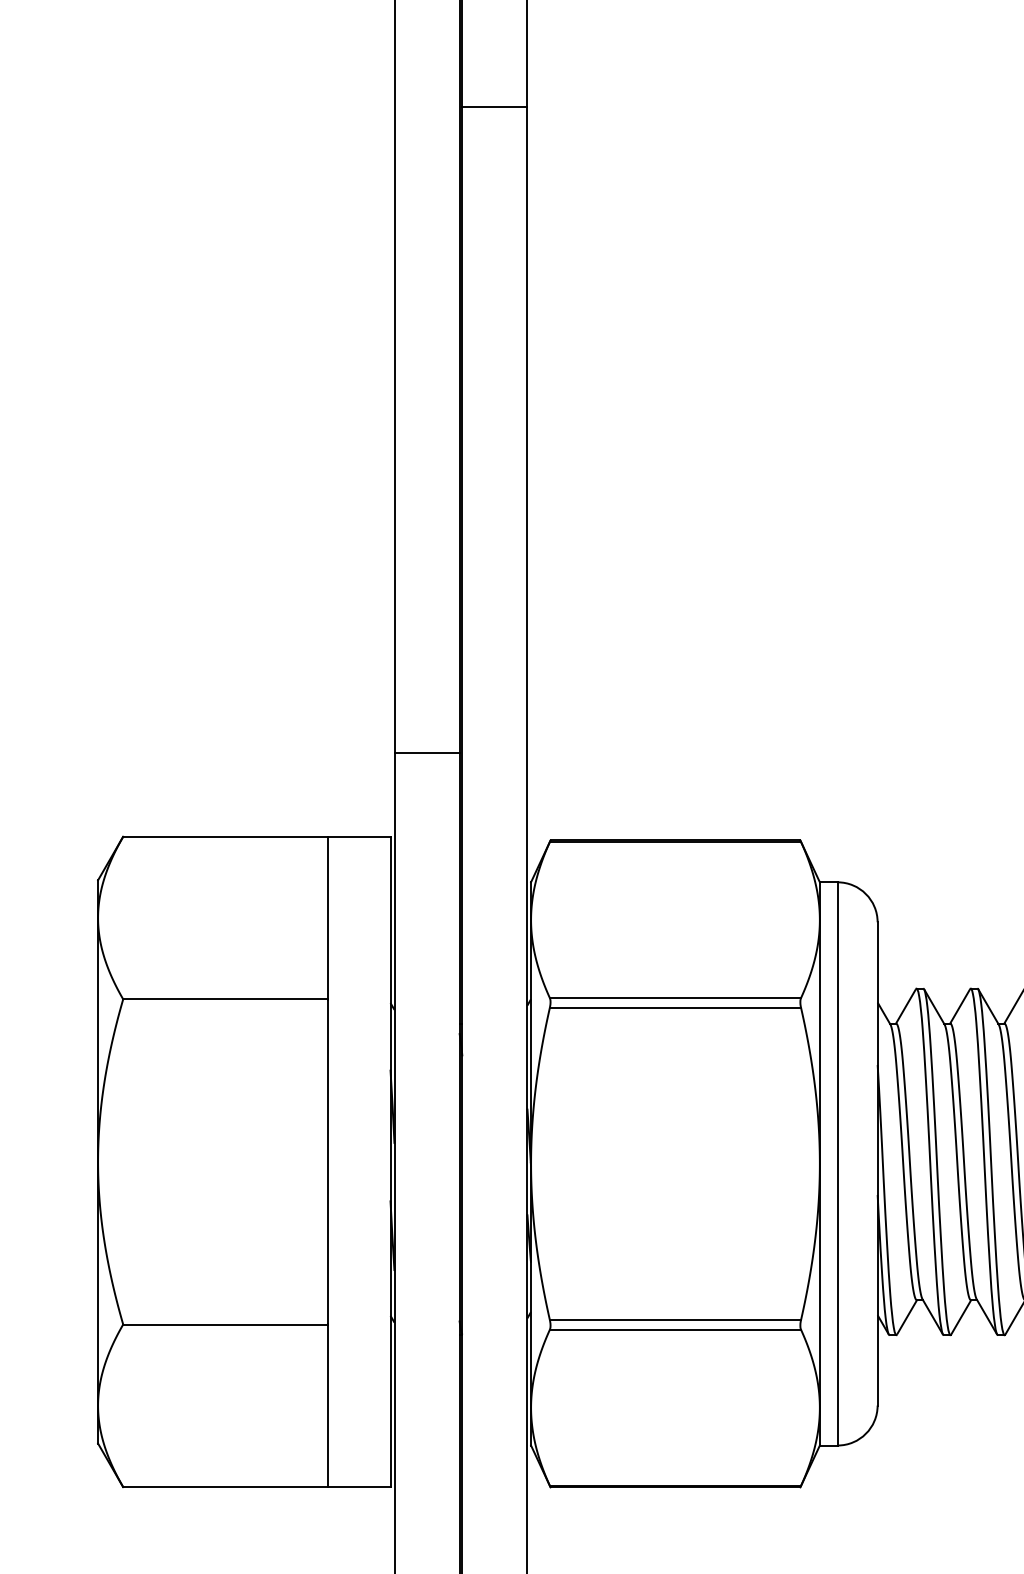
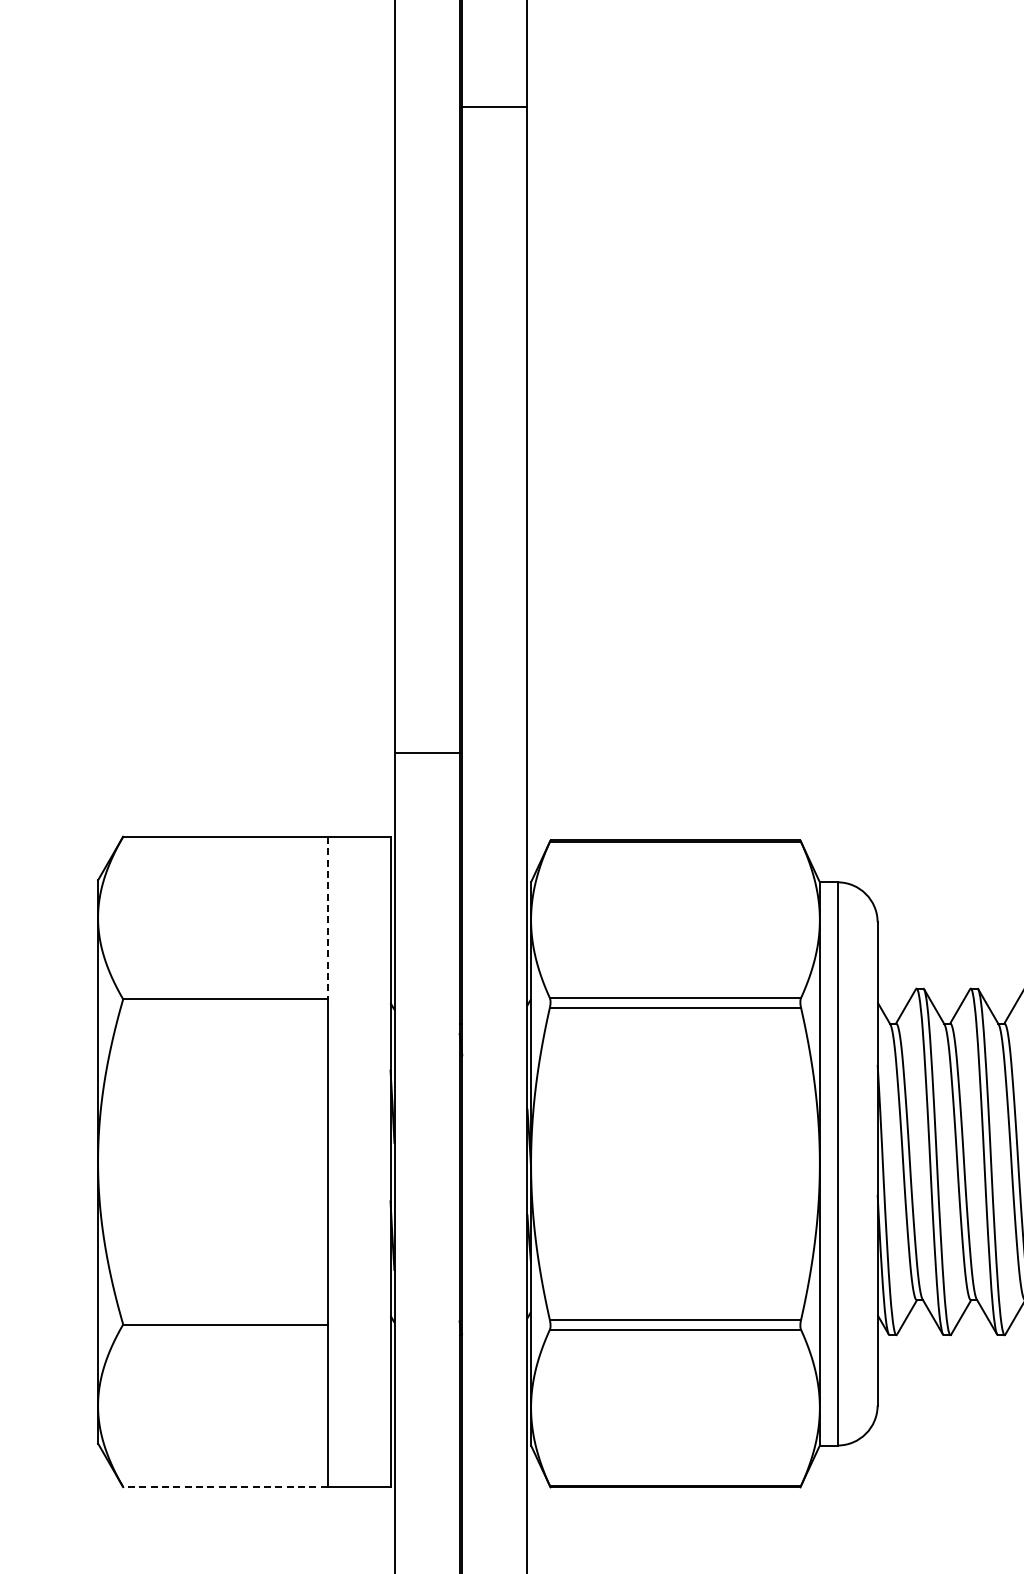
line at (327, 918): solid -> dashed
line at (224, 1487): solid -> dashed
